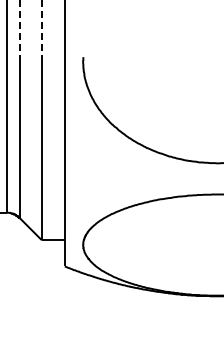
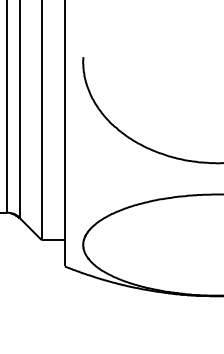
line at (19, 31): dashed -> solid
line at (41, 31): dashed -> solid
